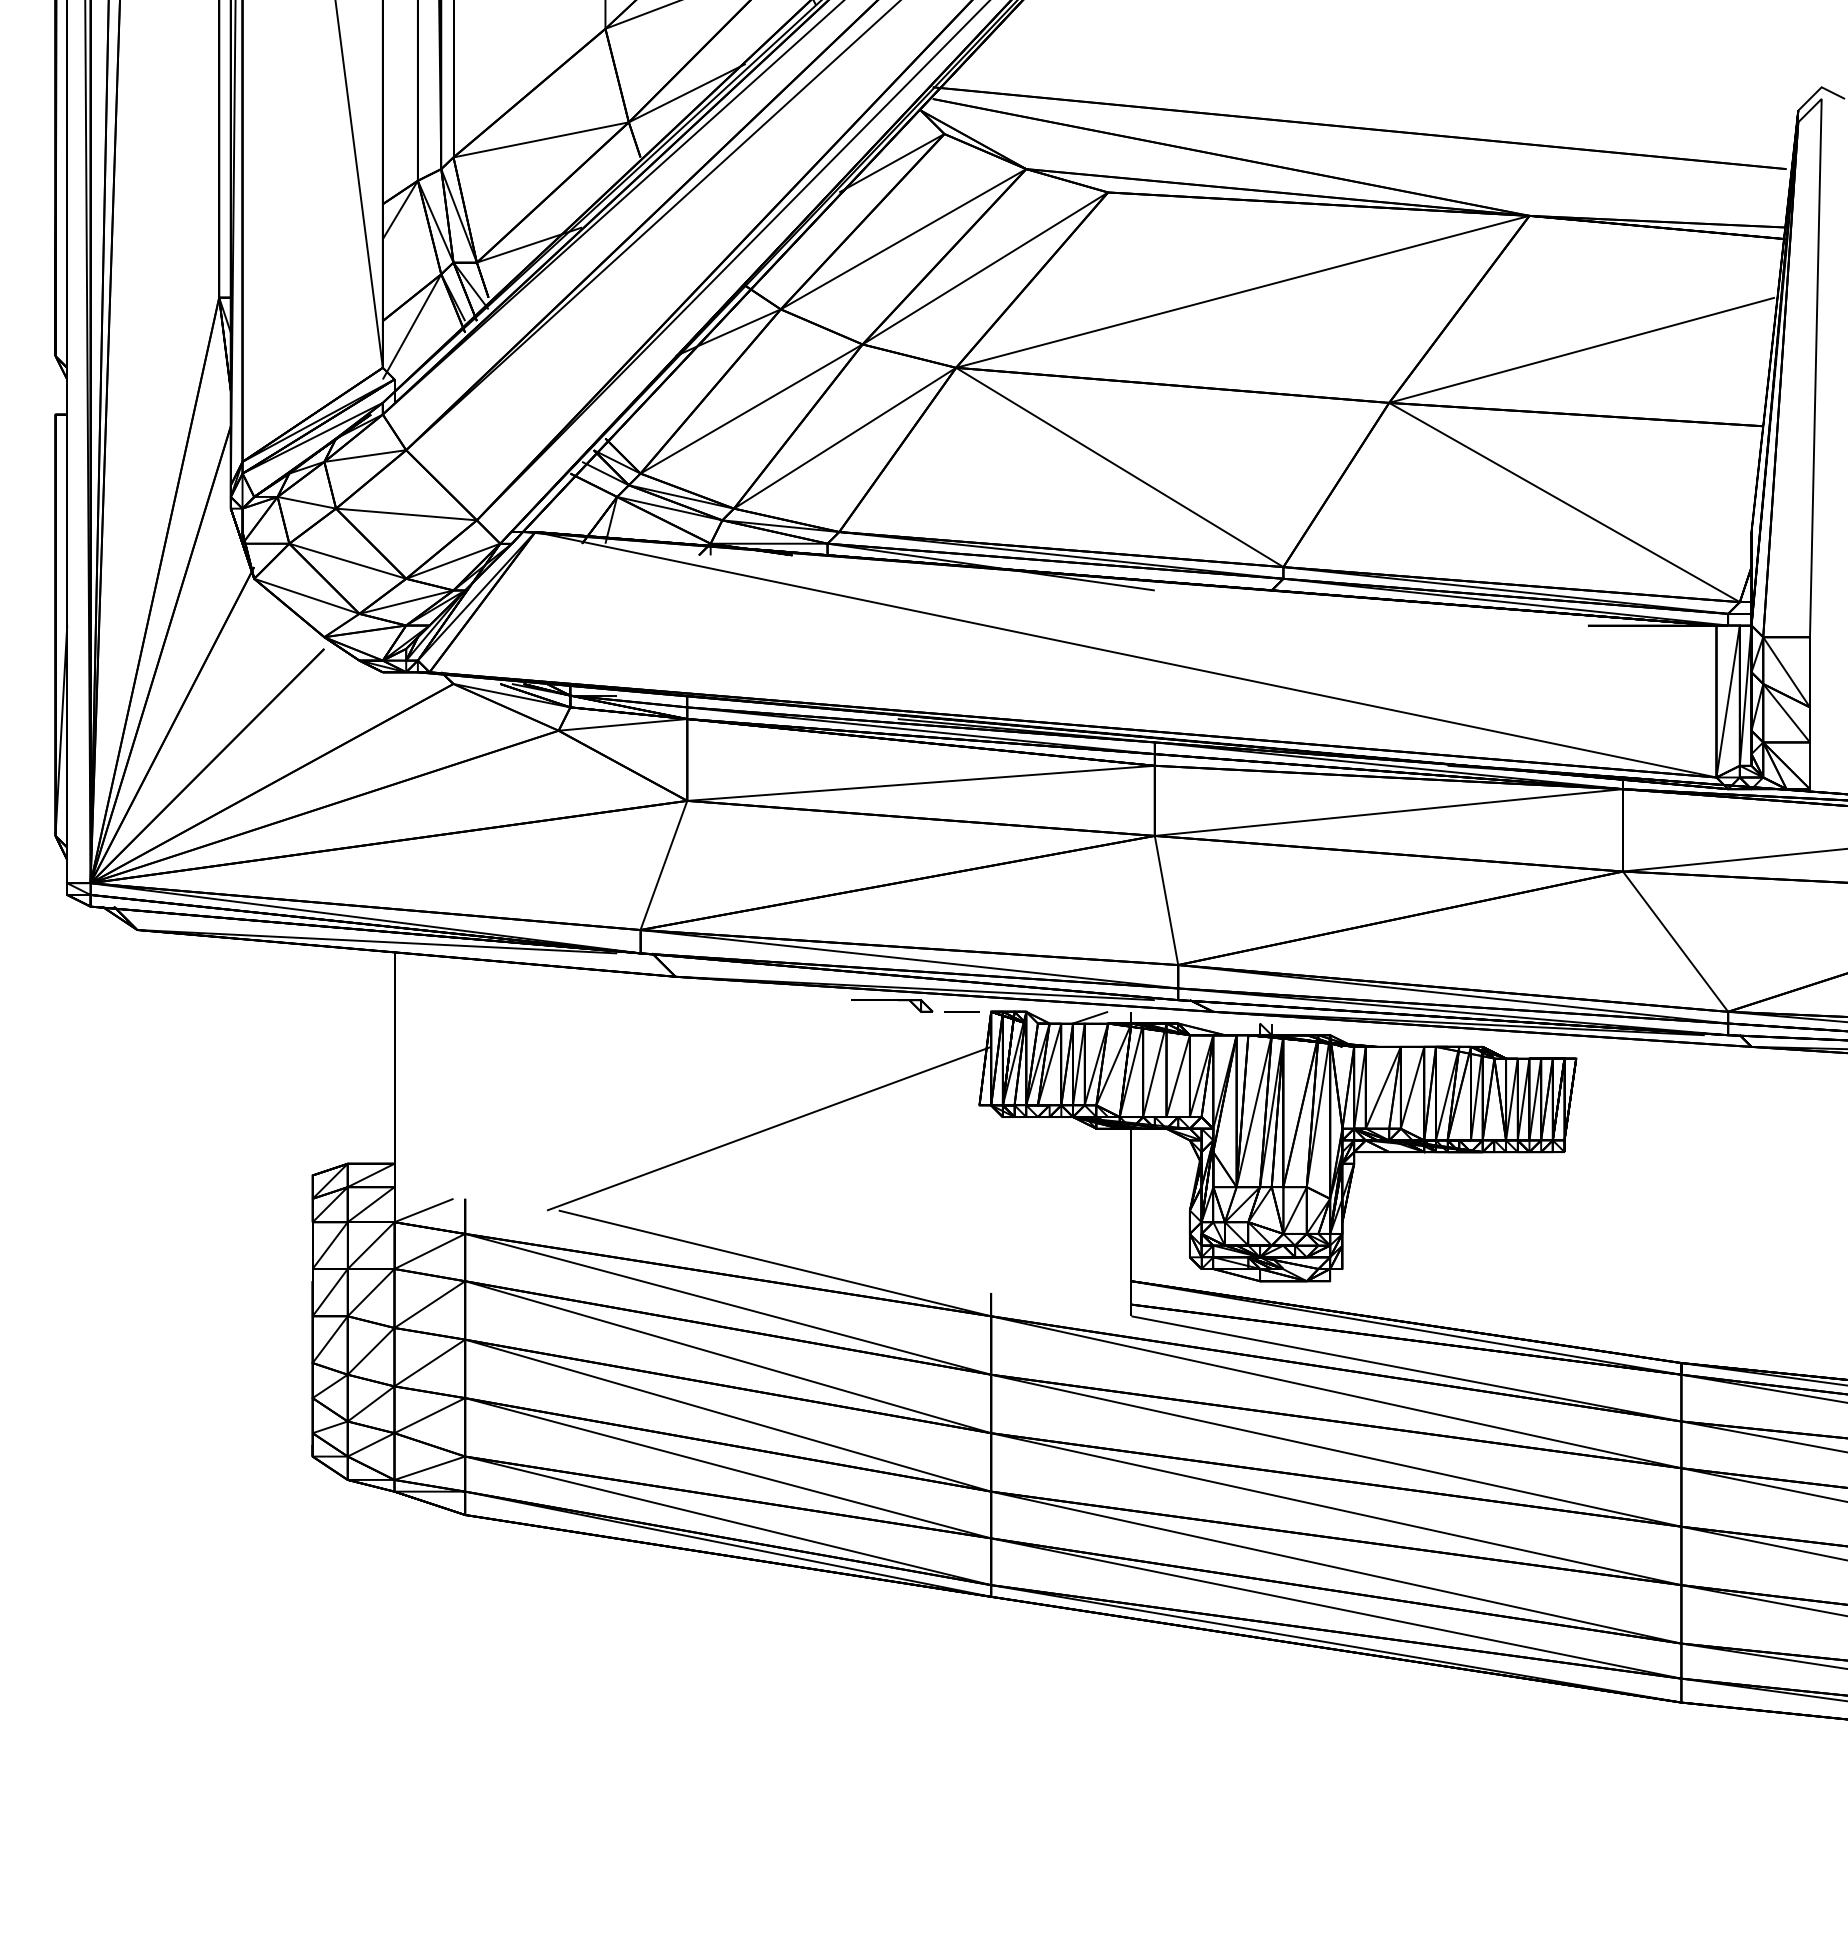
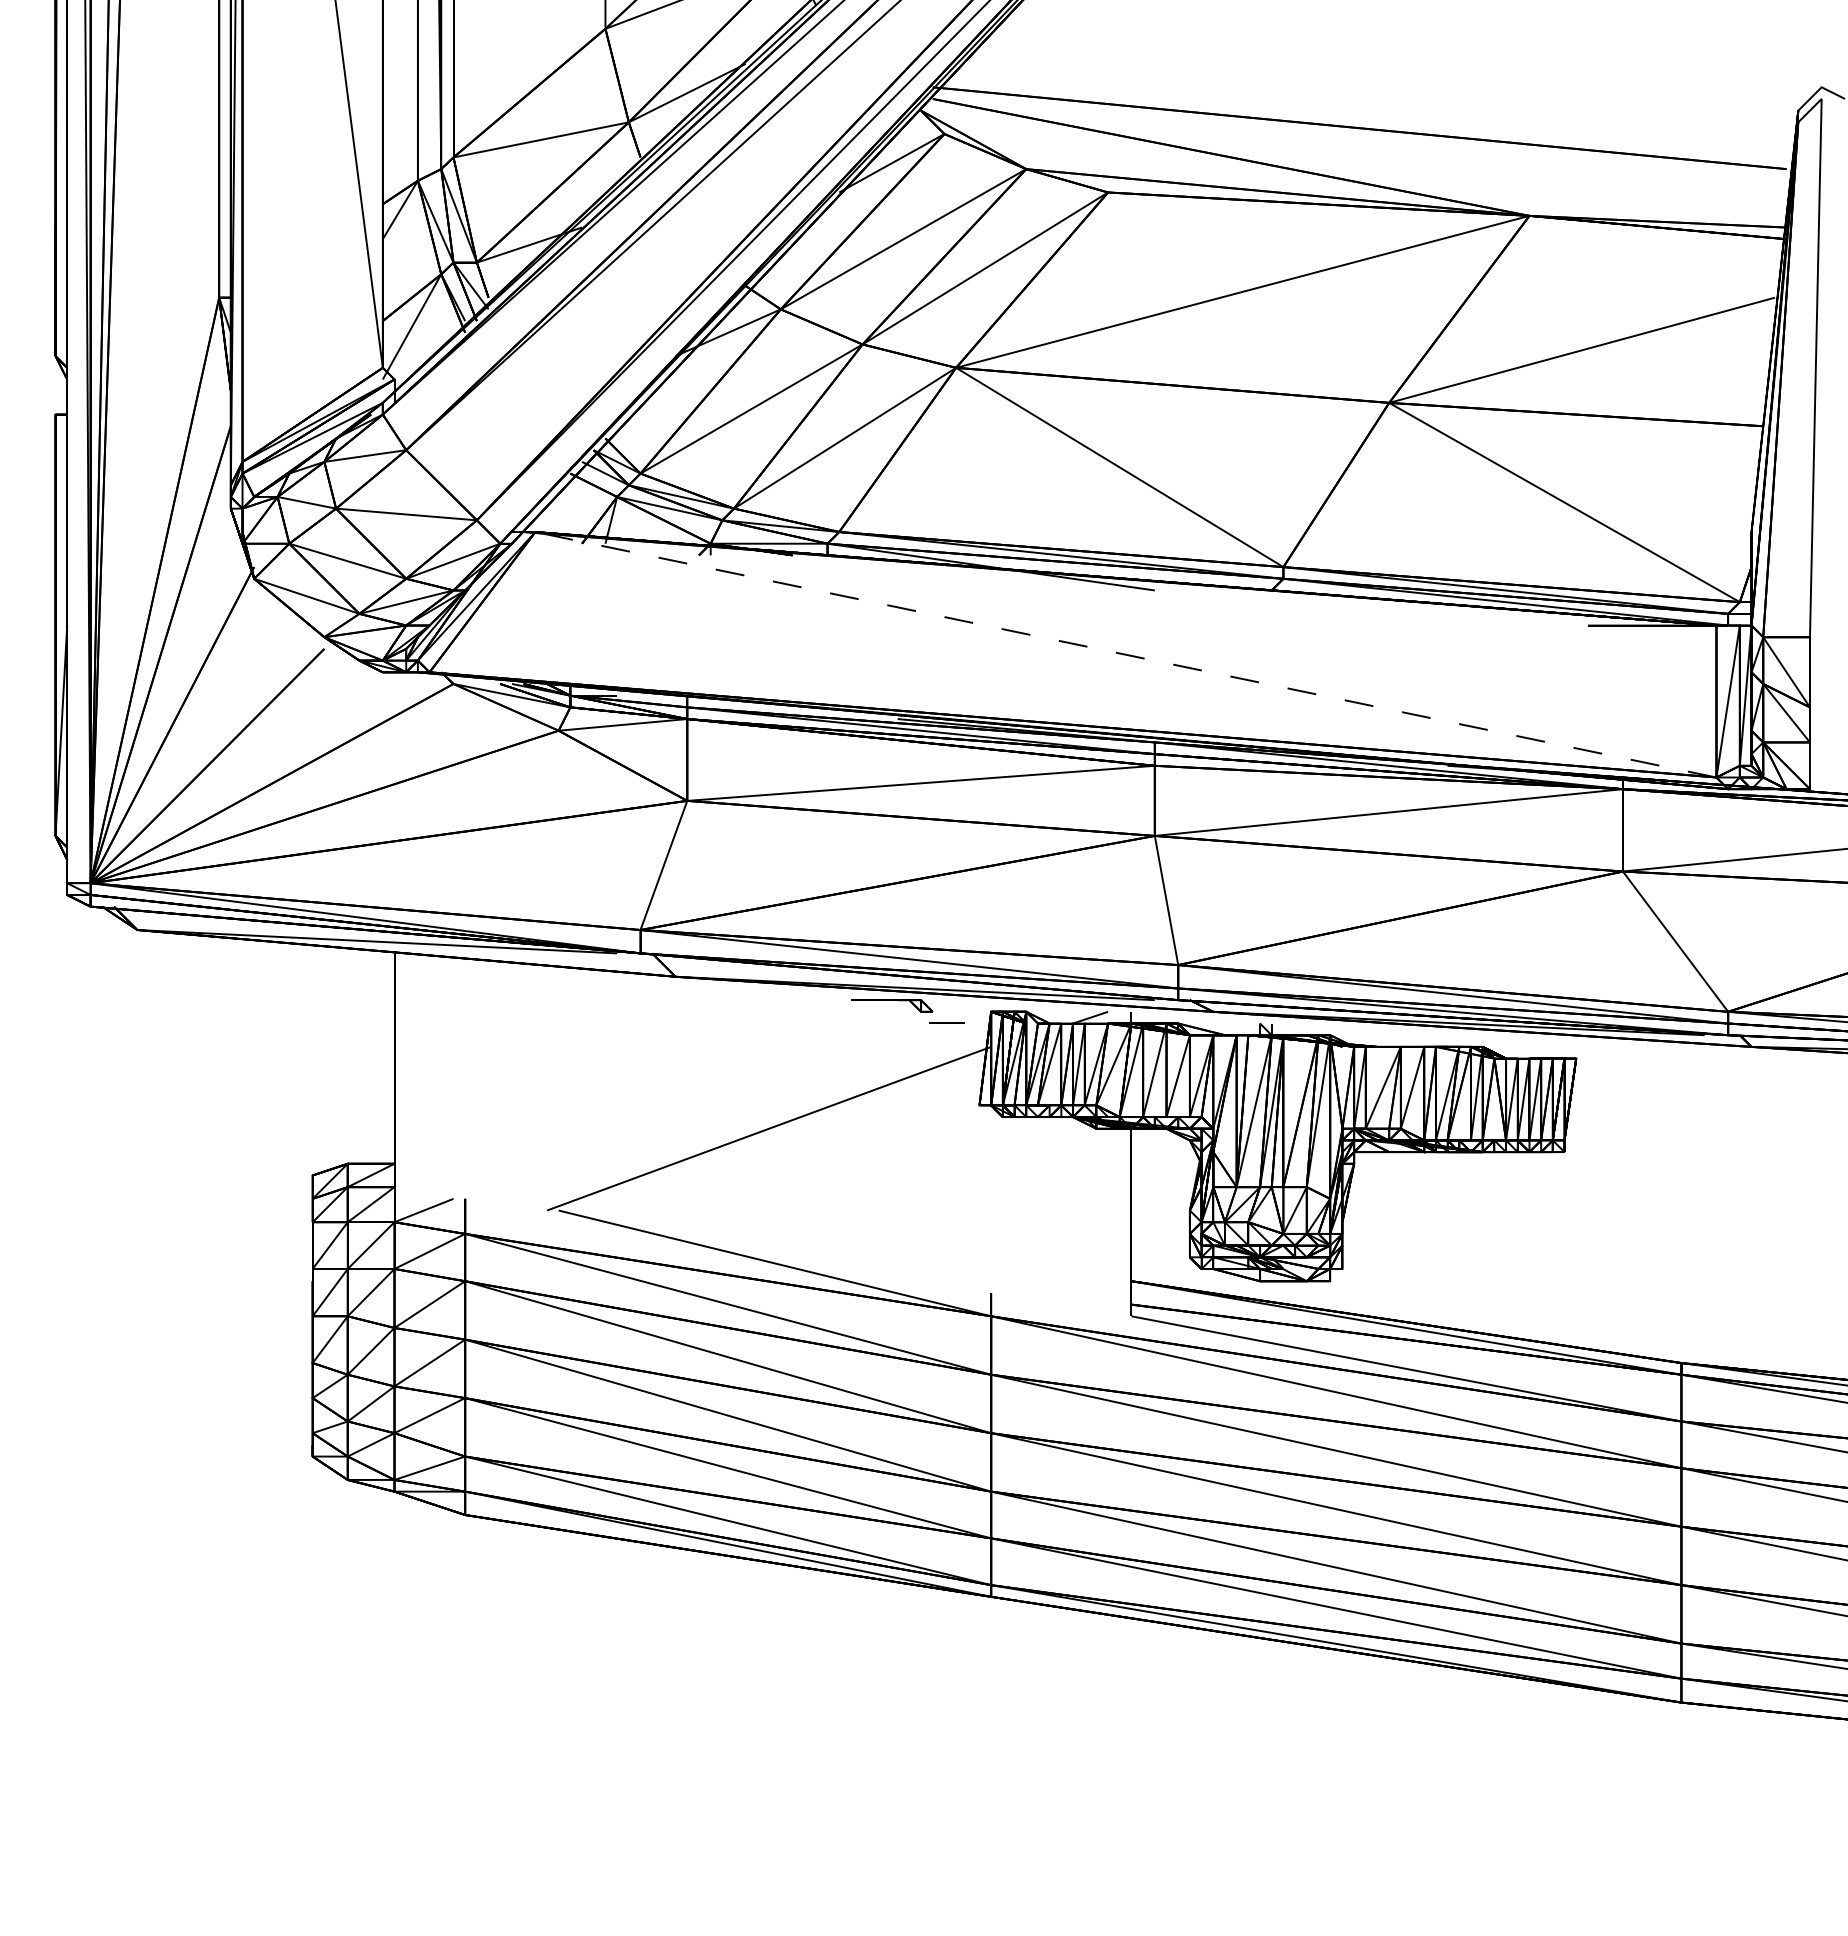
line at (1113, 652): solid -> dashed
line at (961, 1011) position: (961, 1011) -> (946, 1022)
